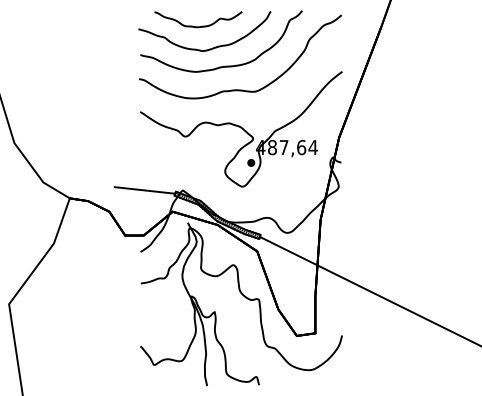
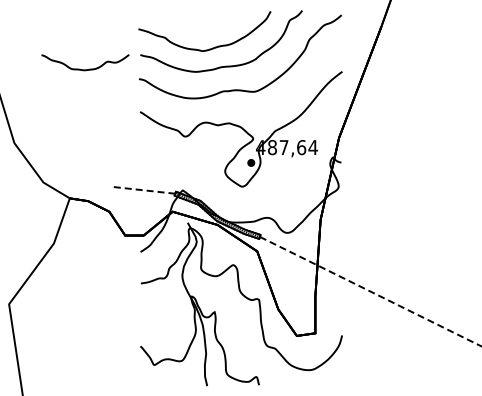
part at (198, 26) position: (198, 26) -> (85, 69)
line at (144, 190): solid -> dashed
line at (370, 291): solid -> dashed
